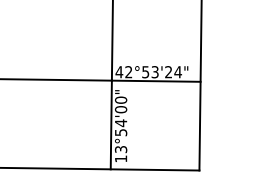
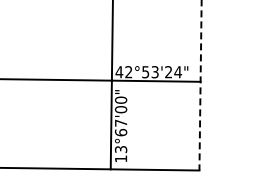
line at (200, 85): solid -> dashed
text at (120, 127): 13°54'00" -> 13°67'00"
